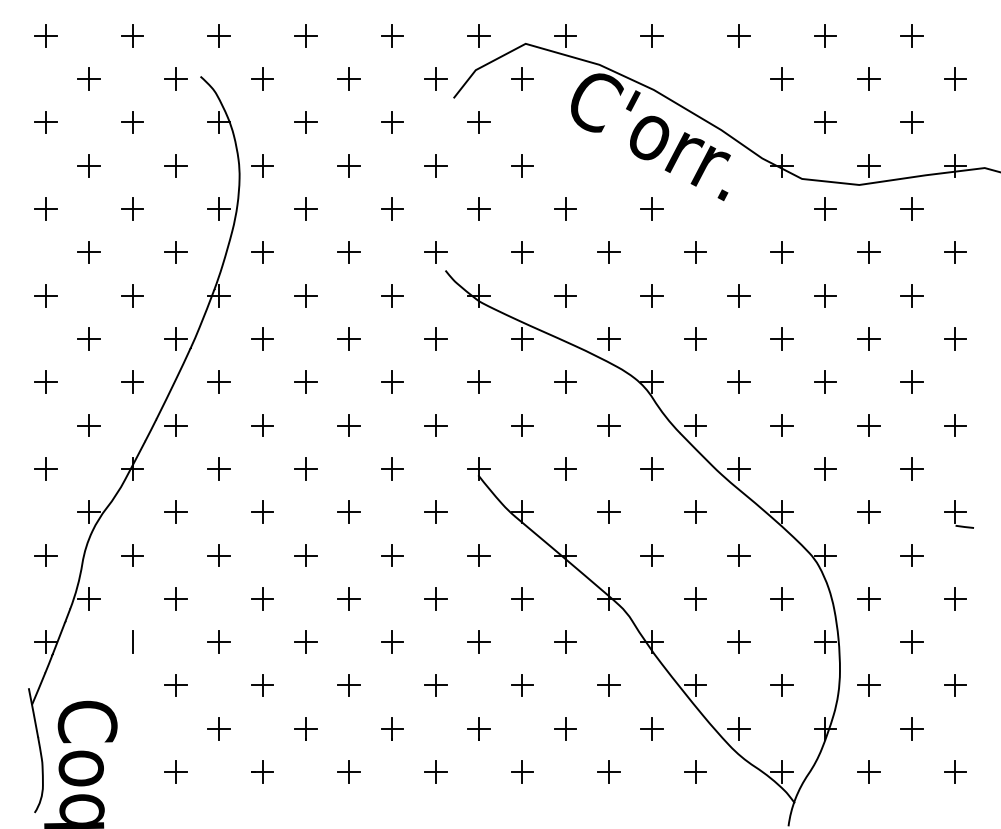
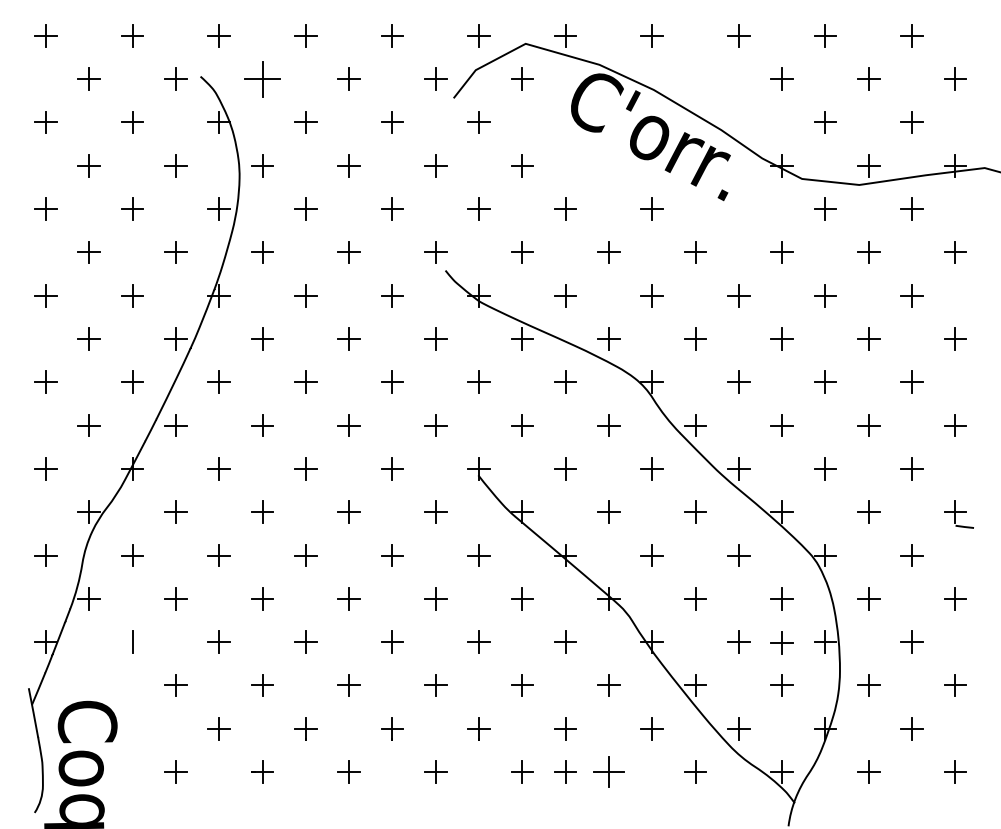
part at (262, 78) size: 23x24 px -> 37x37 px
part at (781, 642): none -> present
part at (565, 771): none -> present
part at (608, 771) size: 24x24 px -> 32x32 px
